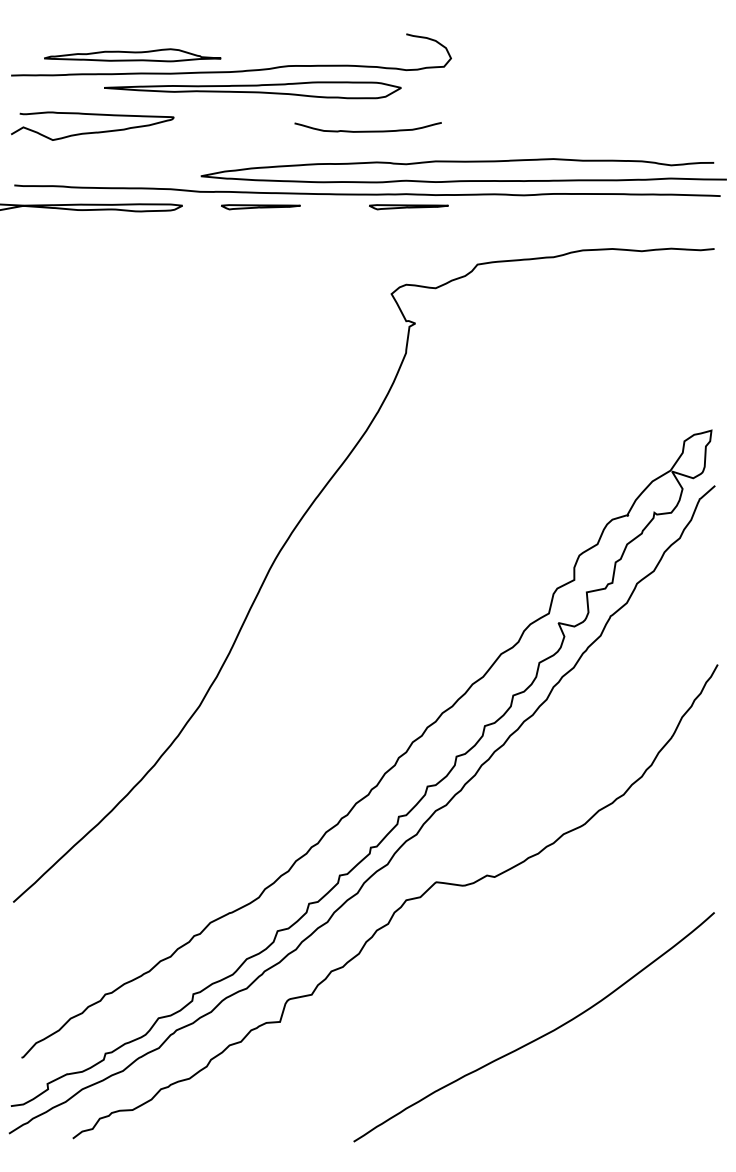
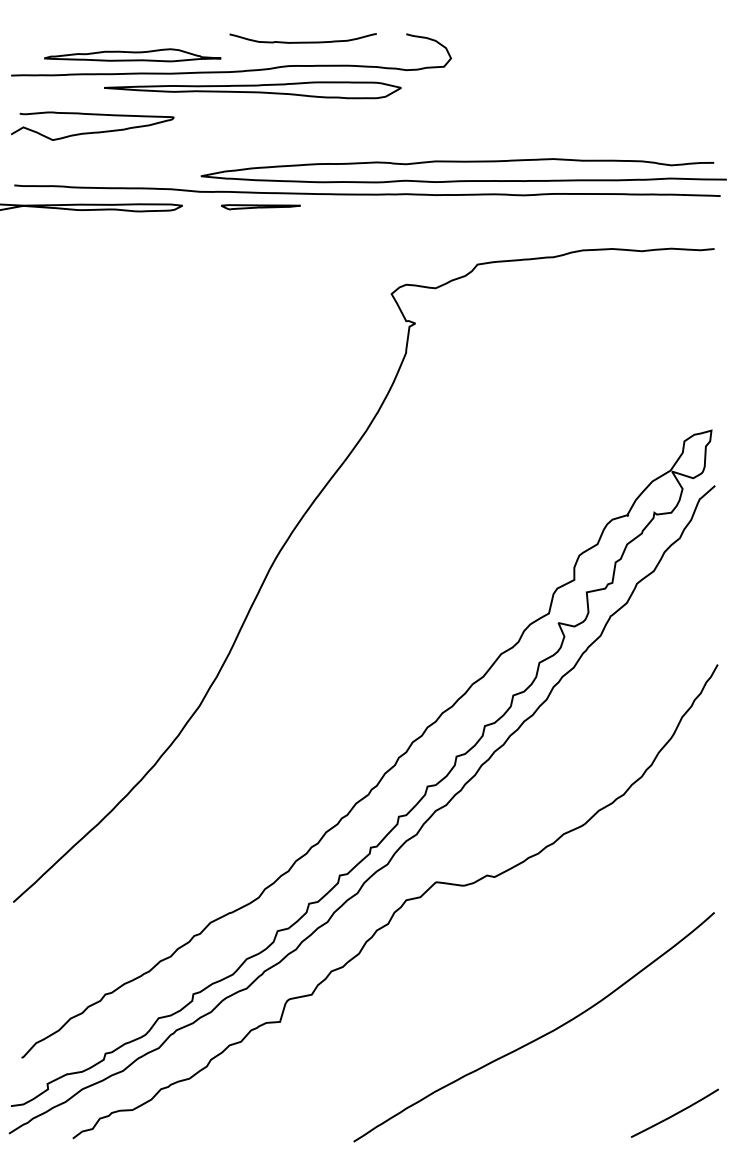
curve at (367, 130) position: (367, 130) -> (302, 41)
part at (408, 207): present -> none
curve at (674, 1113): none -> present
